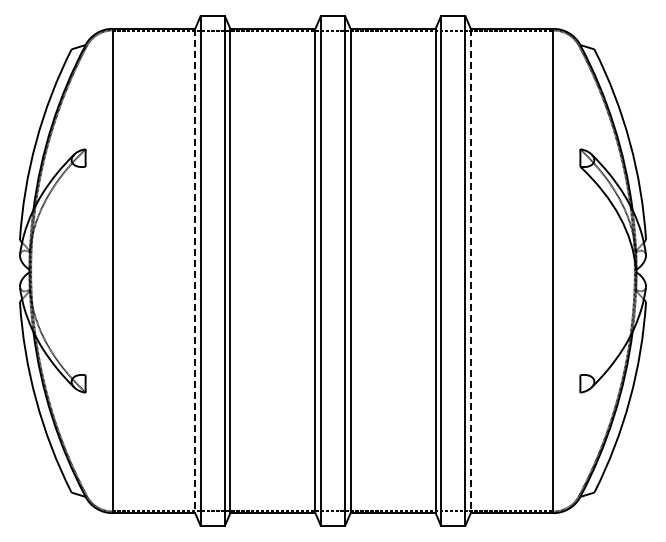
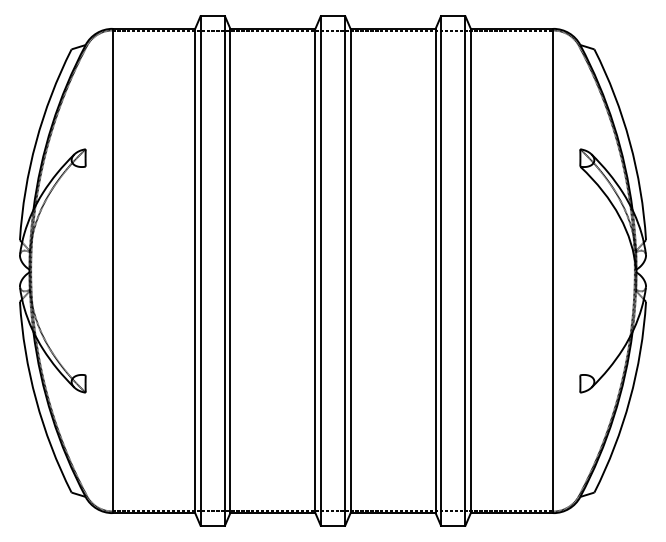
line at (195, 271): dashed -> solid
line at (470, 271): dashed -> solid
